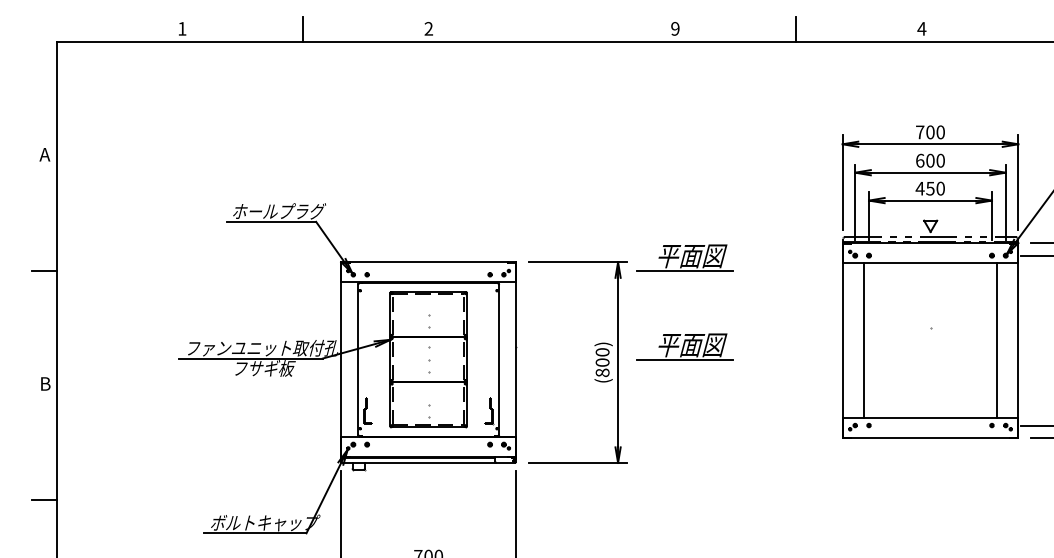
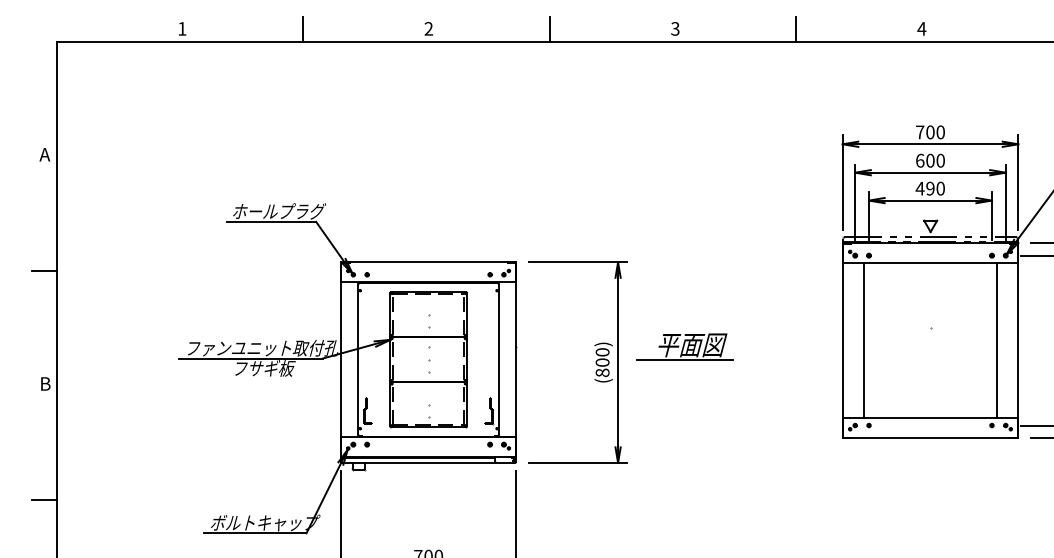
line at (549, 28): none -> present
text at (675, 28): 9 -> 3
text at (930, 188): 450 -> 490
part at (684, 257): present -> none
